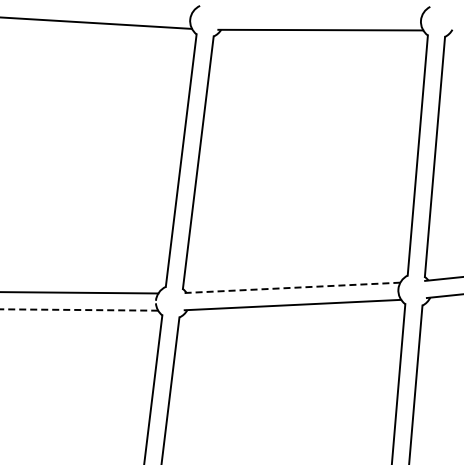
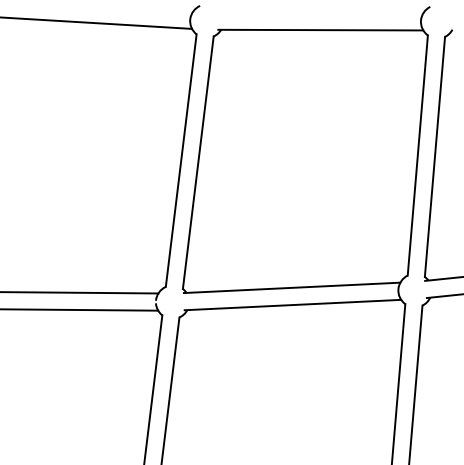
line at (291, 287): dashed -> solid
line at (79, 310): dashed -> solid
